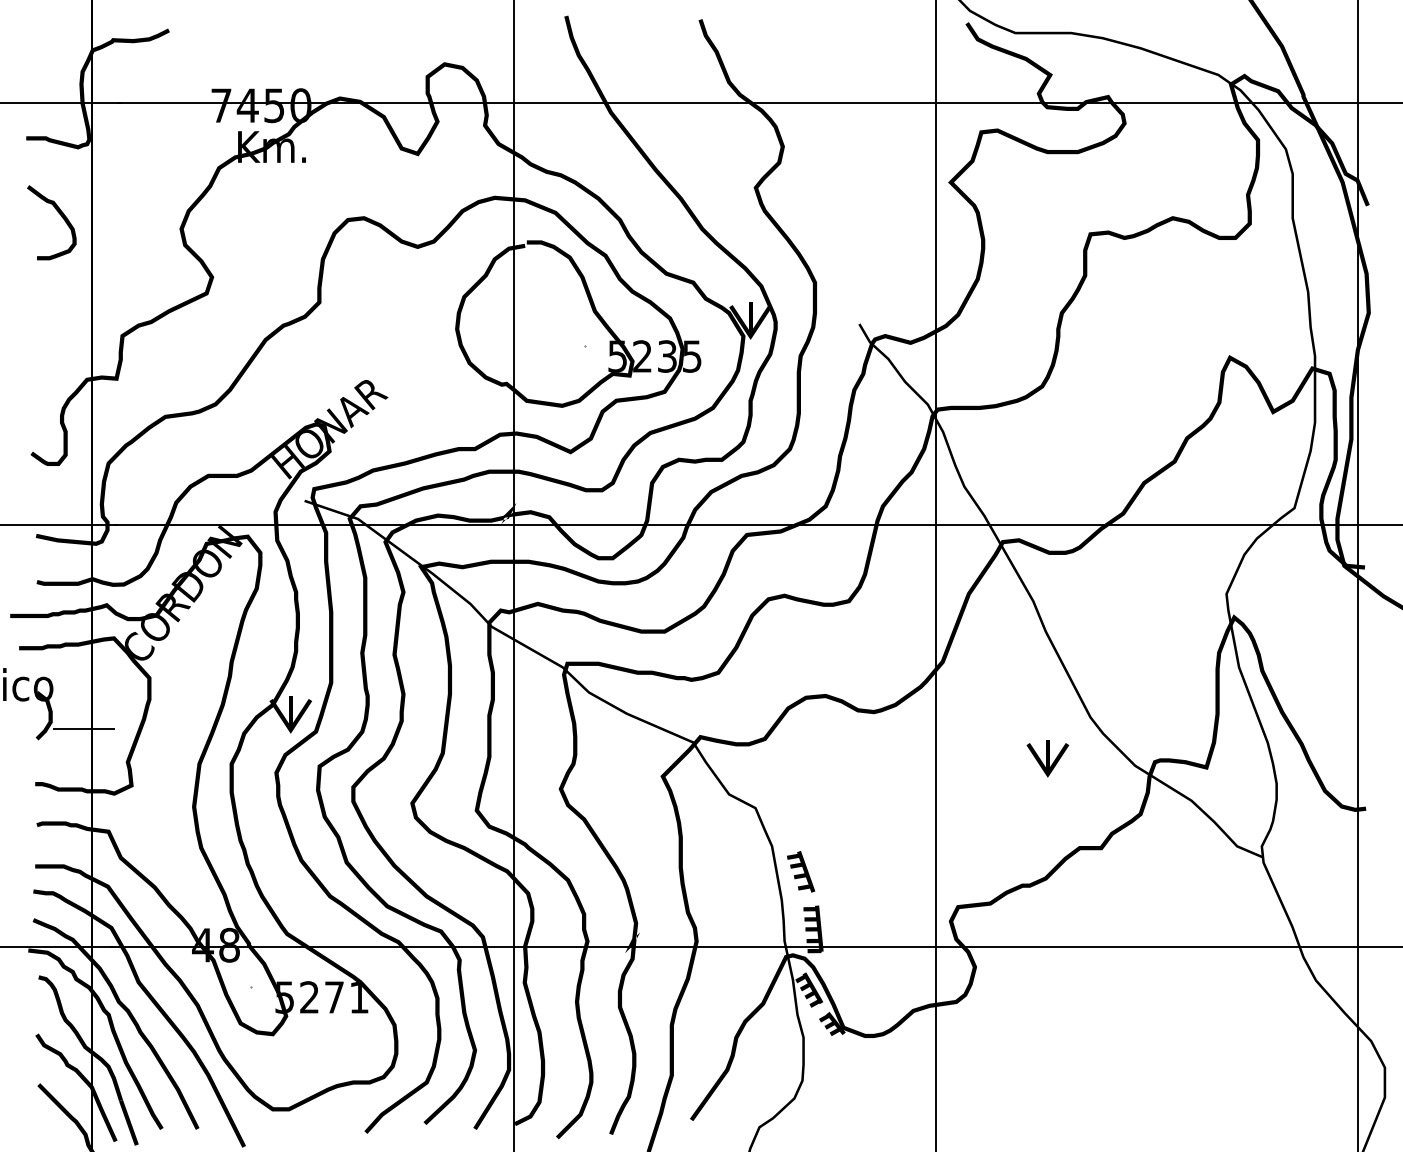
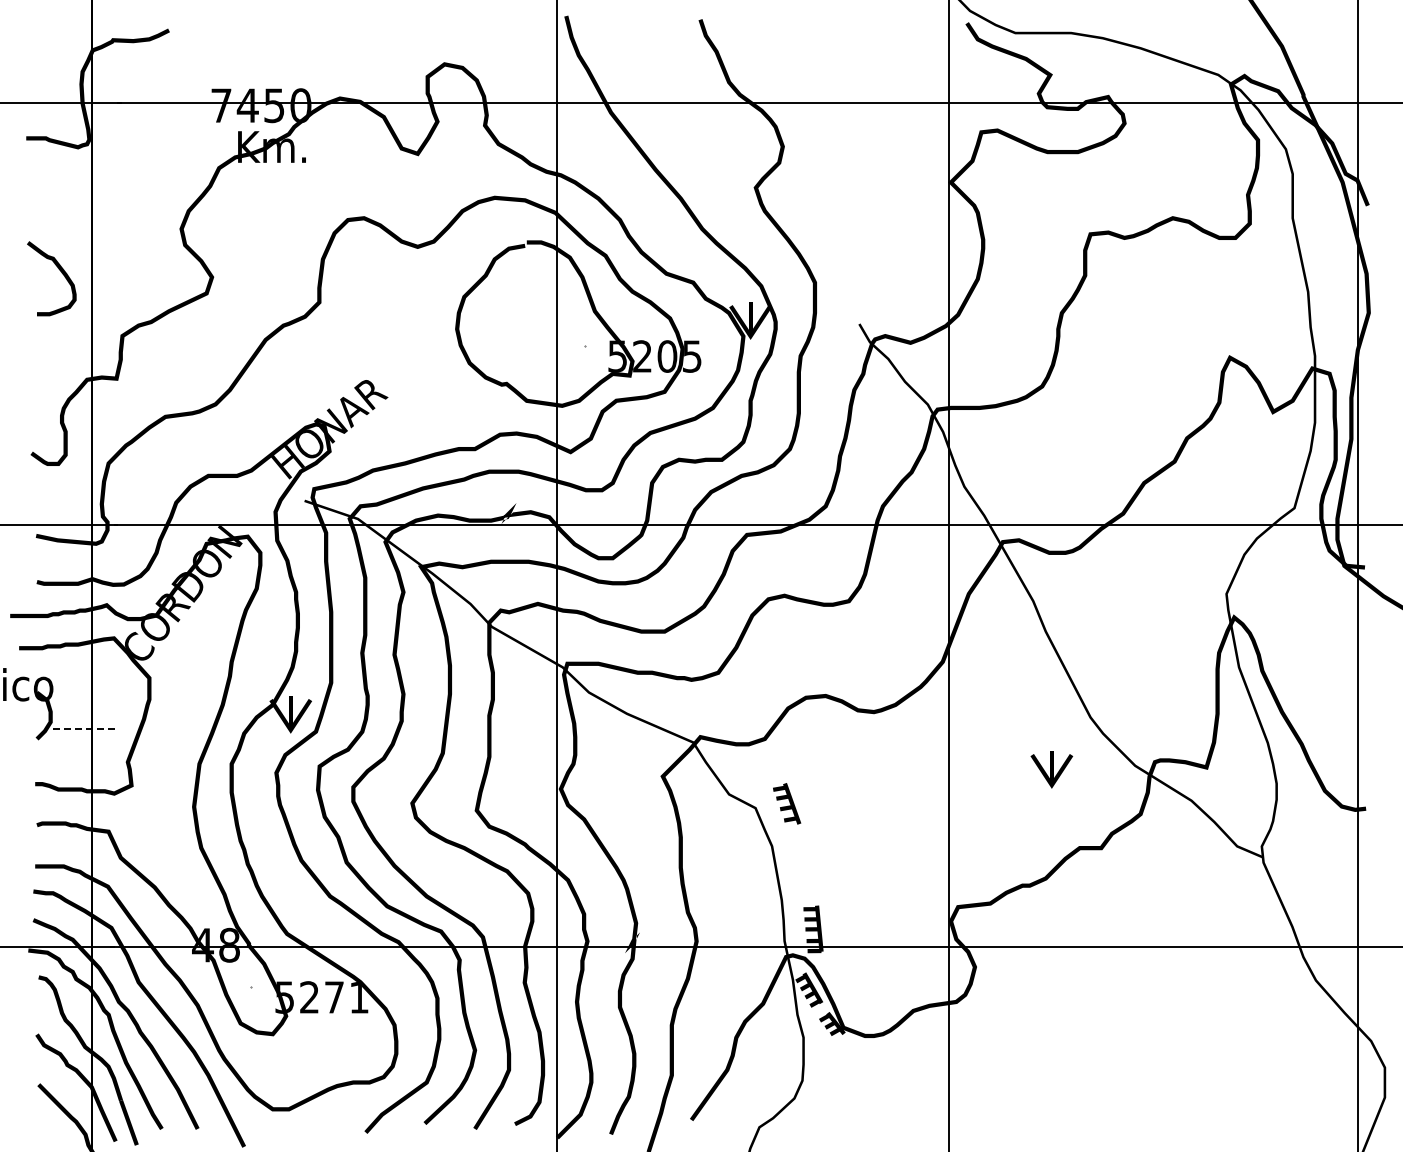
curve at (61, 217) position: (61, 217) -> (61, 273)
text at (667, 356): 5235 -> 5205
line at (514, 575) position: (514, 575) -> (557, 575)
line at (935, 575) position: (935, 575) -> (948, 575)
line at (84, 729): solid -> dashed
part at (1047, 758) position: (1047, 758) -> (1051, 769)
part at (801, 871) position: (801, 871) -> (787, 803)
